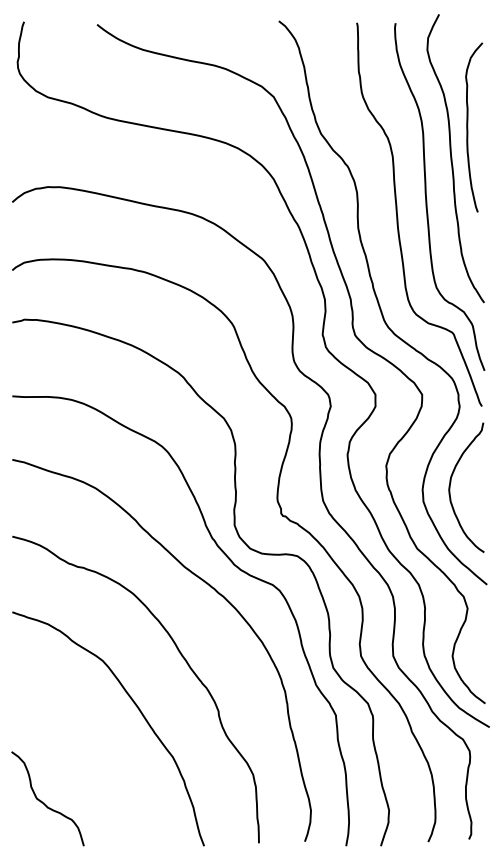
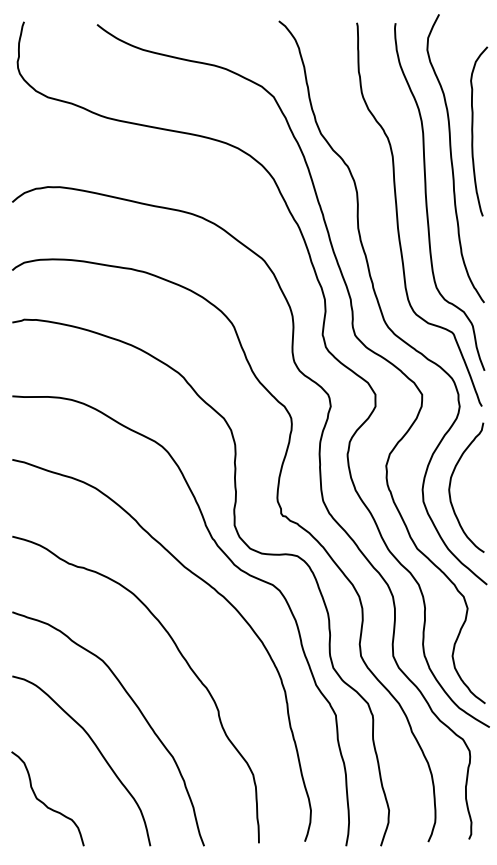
curve at (468, 127) position: (468, 127) -> (473, 131)
curve at (96, 748): none -> present
